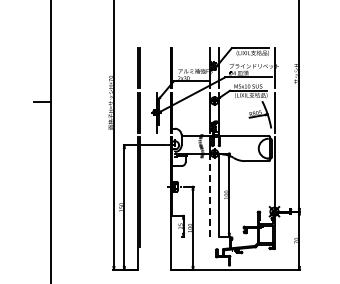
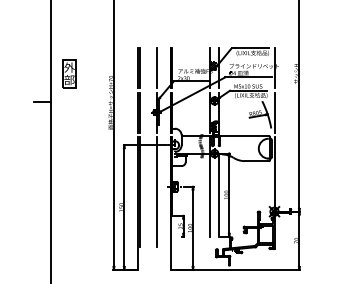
line at (156, 68): none -> present
part at (69, 73): none -> present
line at (156, 191): none -> present
line at (209, 195): dashed -> solid
